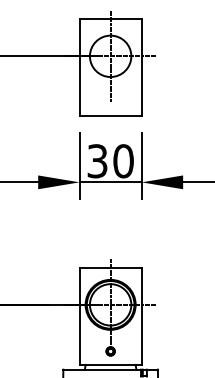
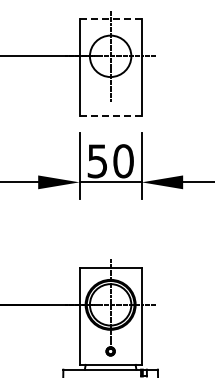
line at (111, 19): solid -> dashed
line at (110, 116): solid -> dashed
text at (97, 160): 30 -> 50
